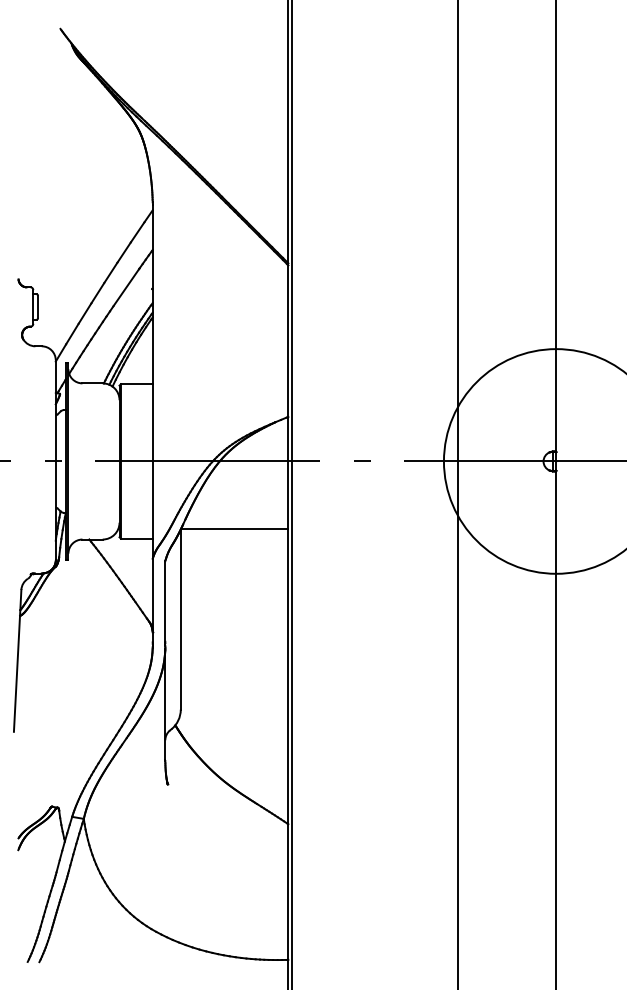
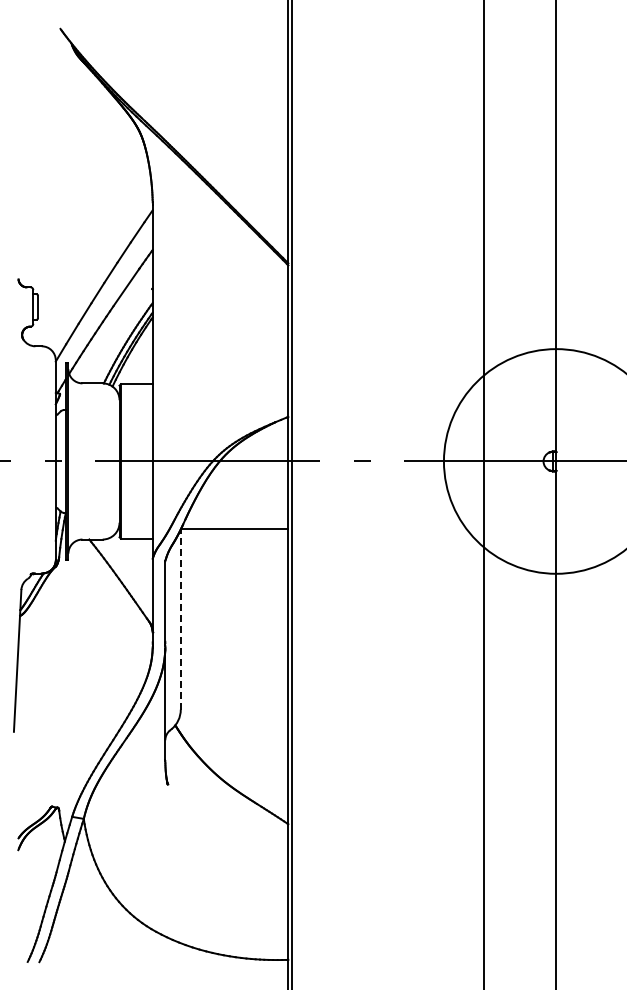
line at (458, 494) position: (458, 494) -> (484, 494)
line at (180, 619): solid -> dashed
